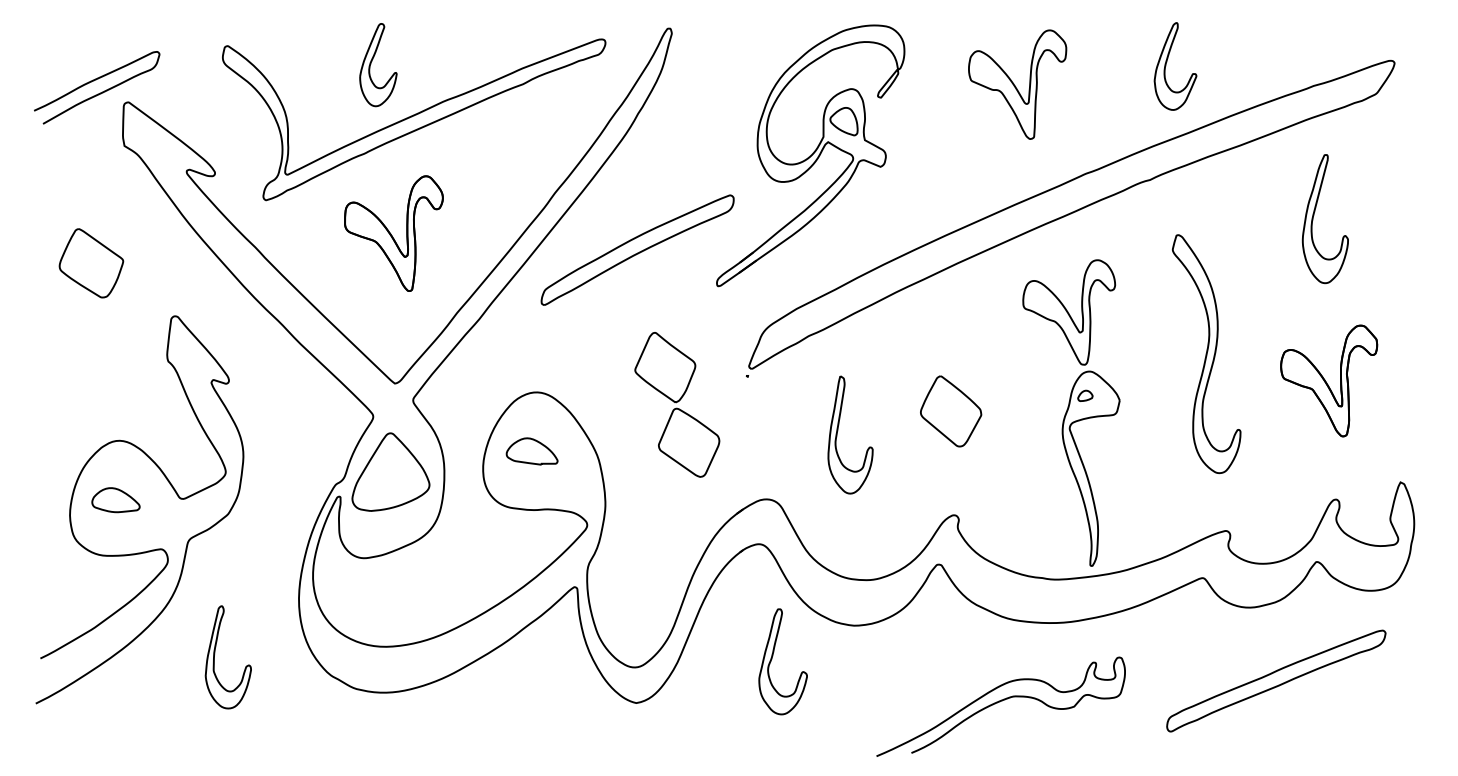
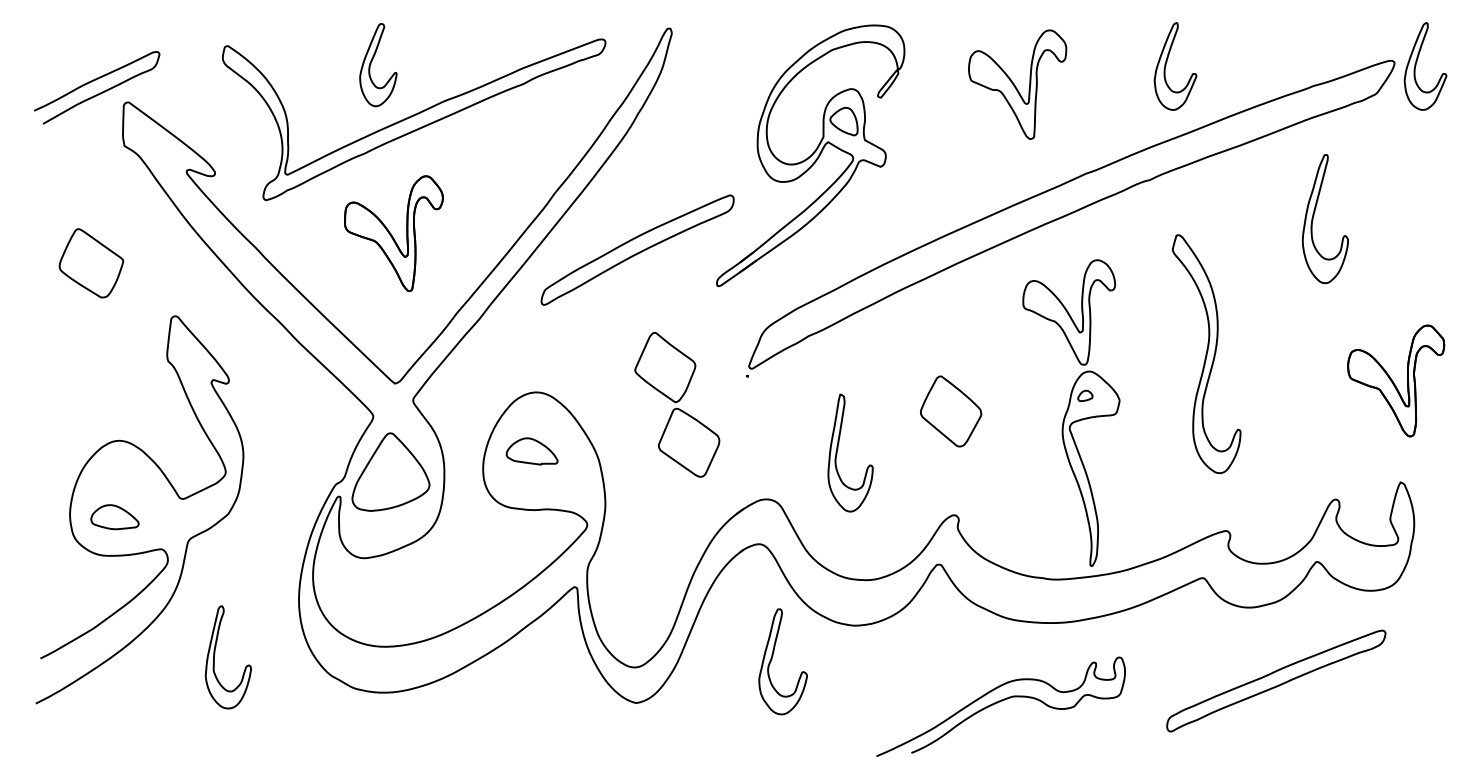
part at (1417, 62): none -> present
part at (1329, 380) position: (1329, 380) -> (1396, 380)
part at (838, 431) position: (838, 431) -> (838, 449)
part at (115, 500) position: (115, 500) -> (114, 517)
